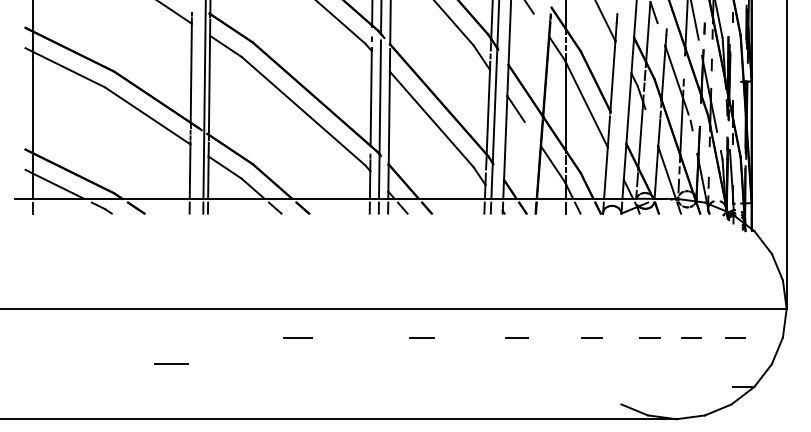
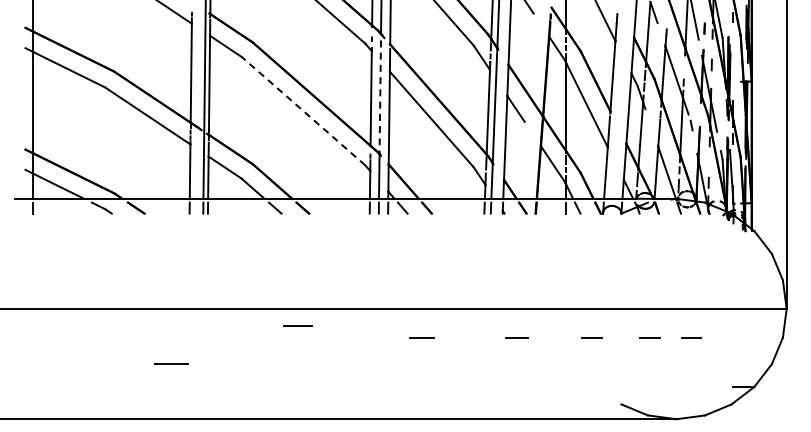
line at (380, 97): solid -> dashed
line at (303, 110): solid -> dashed
line at (297, 337) position: (297, 337) -> (297, 325)
line at (735, 337): present -> none
